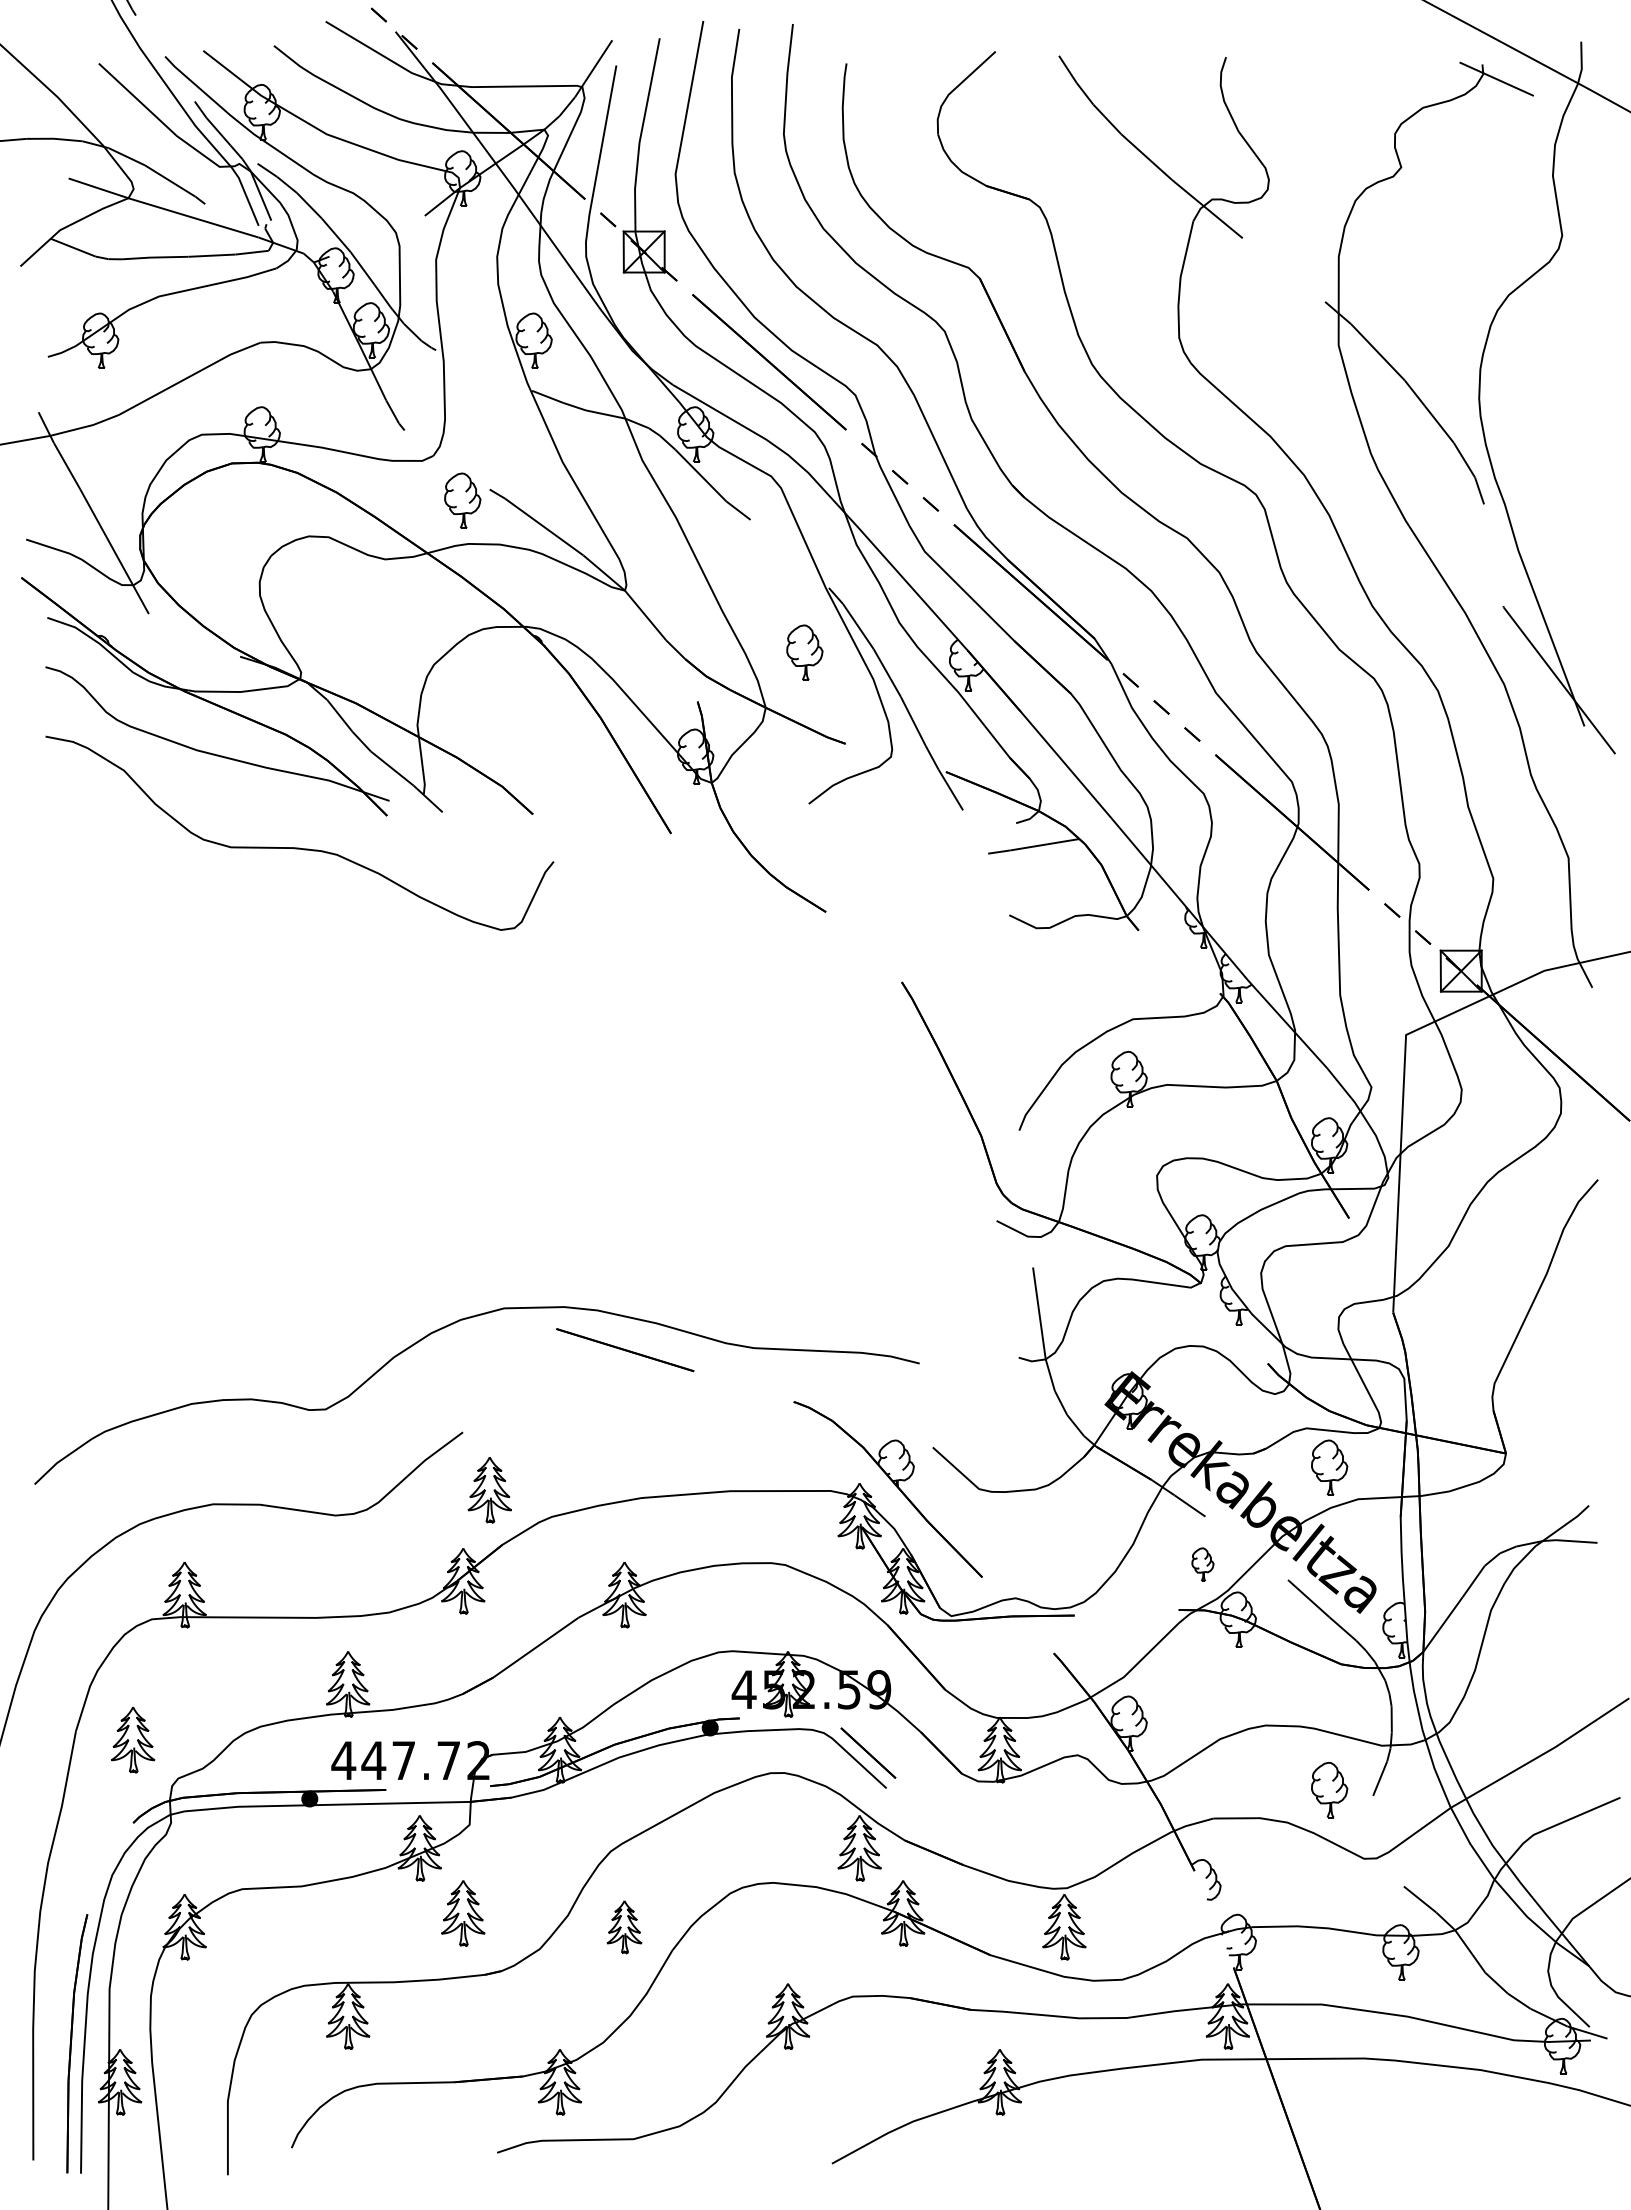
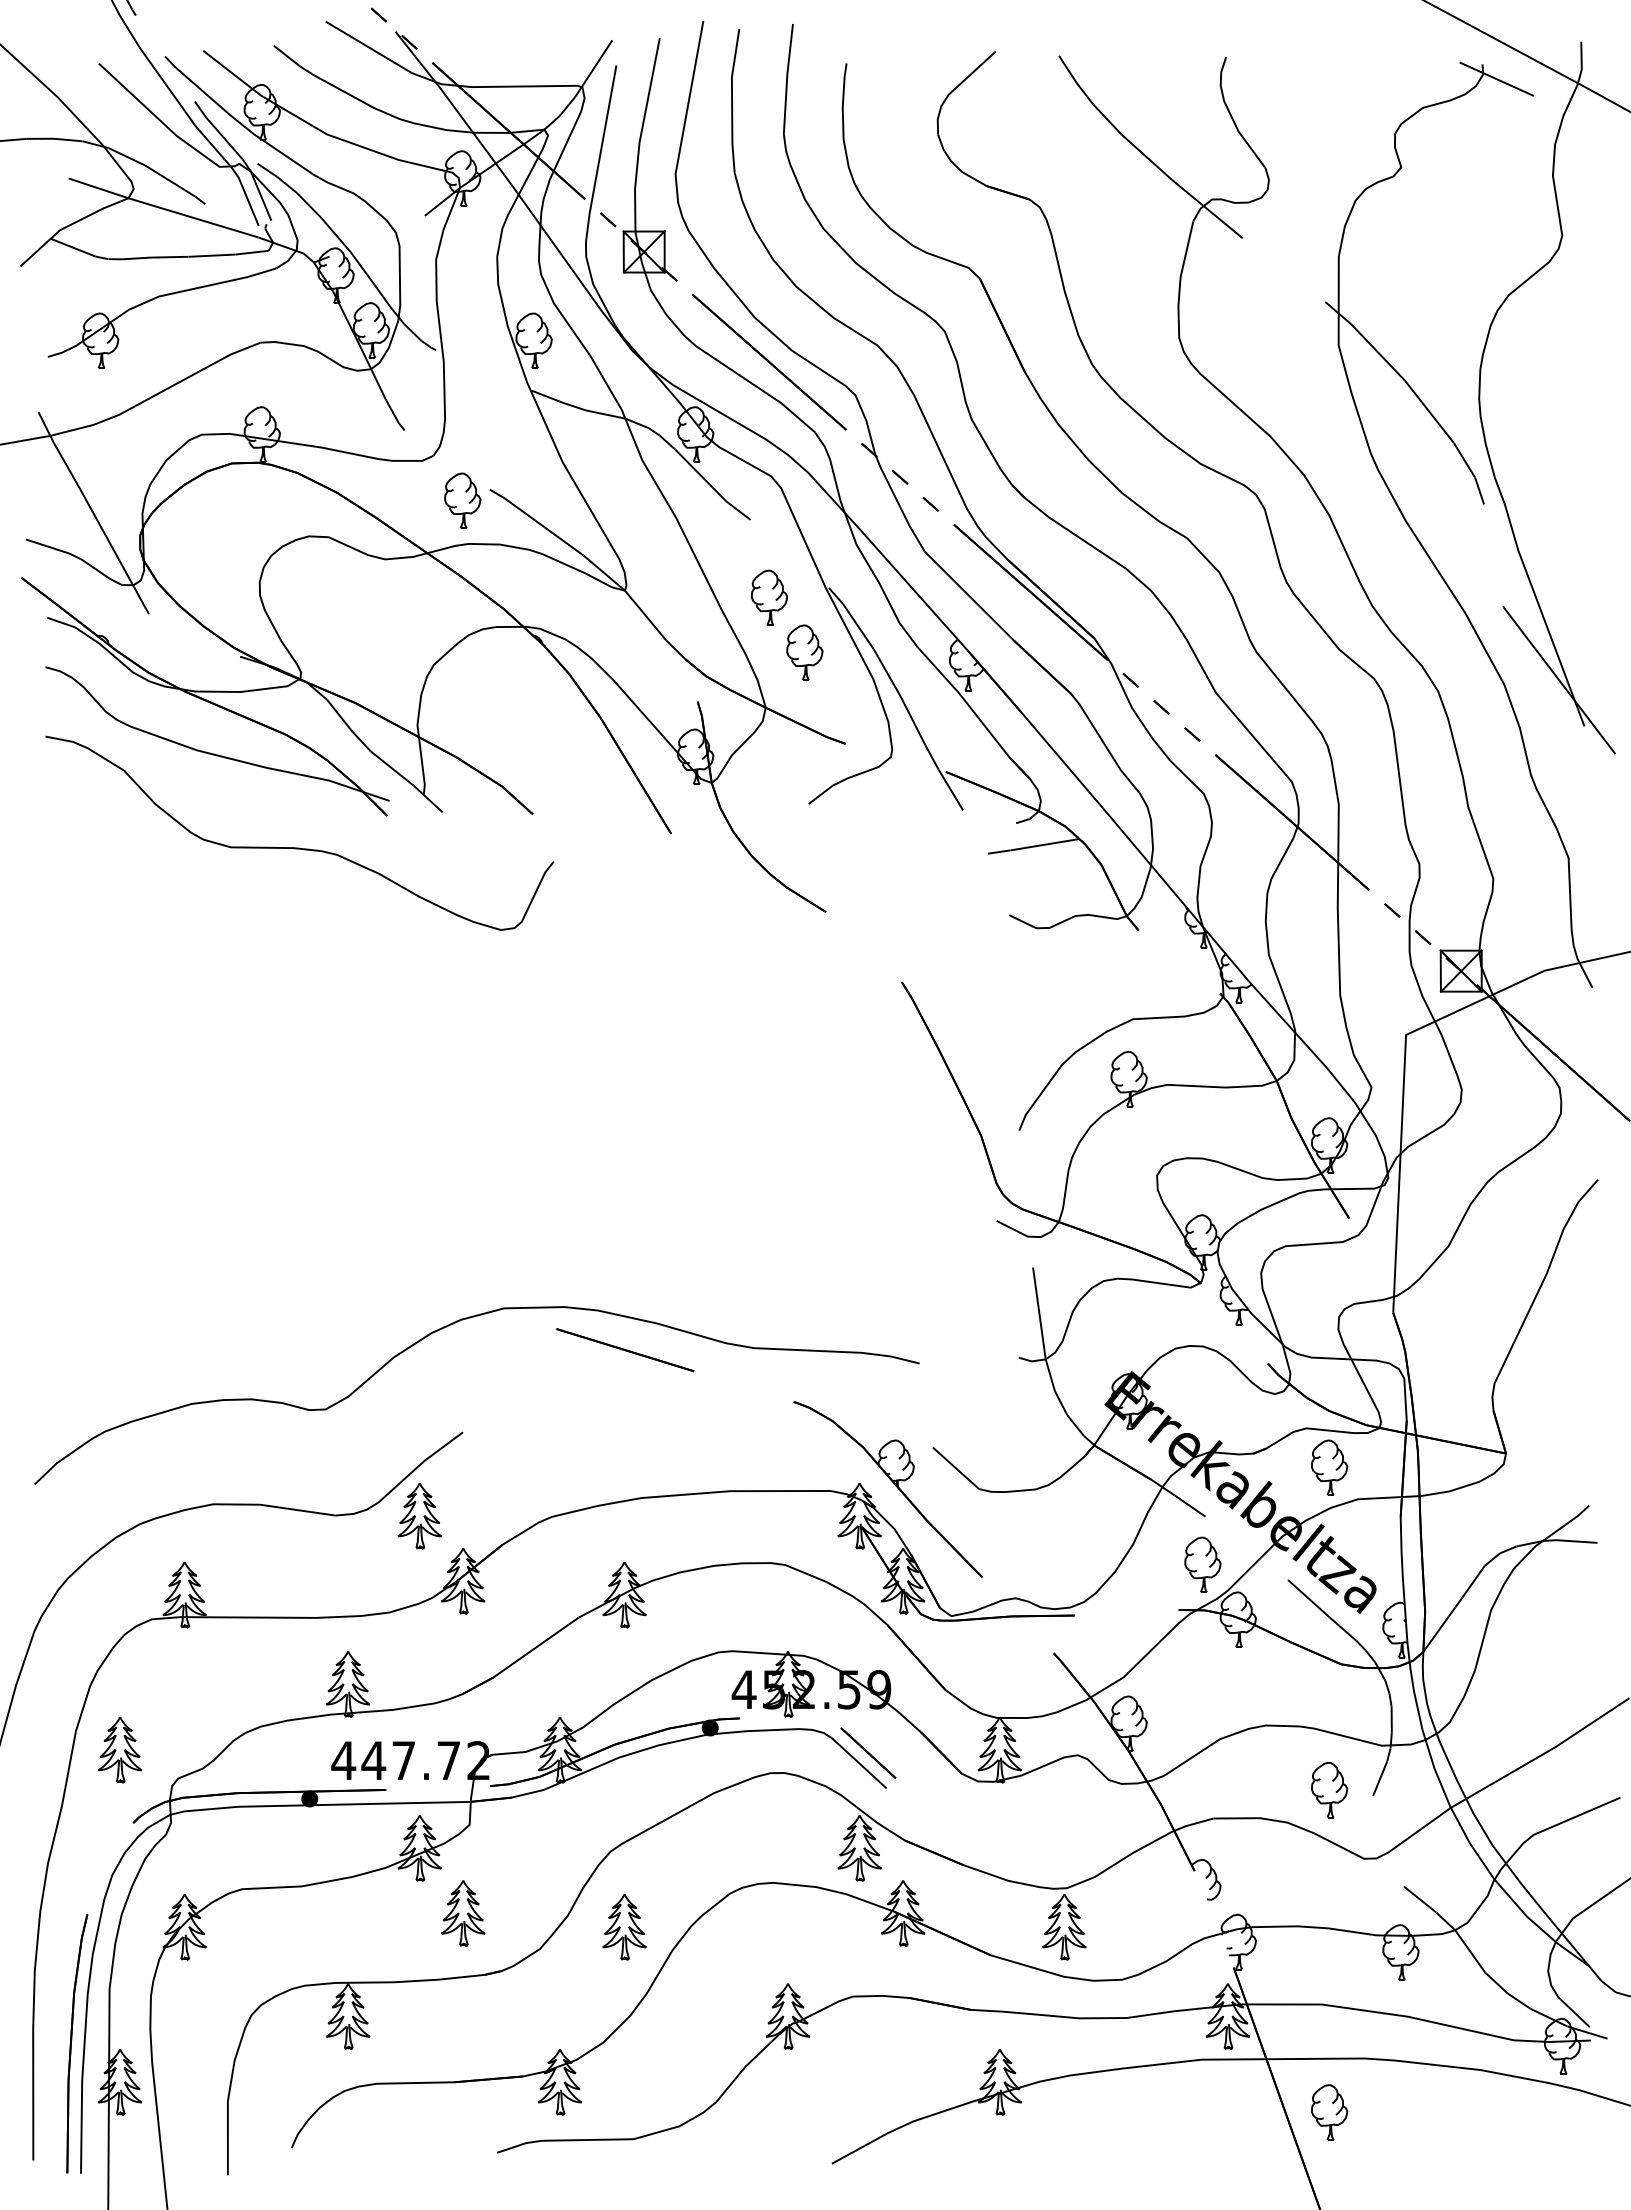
part at (769, 597): none -> present
part at (489, 1490) position: (489, 1490) -> (419, 1516)
part at (1202, 1564) size: 24x35 px -> 38x57 px
part at (133, 1740) position: (133, 1740) -> (120, 1750)
part at (624, 1927) size: 37x55 px -> 45x67 px
part at (1329, 2112): none -> present
